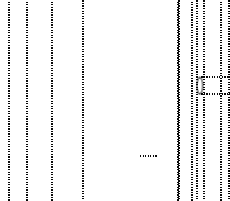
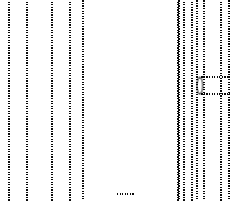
line at (69, 99): none -> present
line at (184, 99): none -> present
line at (148, 155) position: (148, 155) -> (125, 193)
